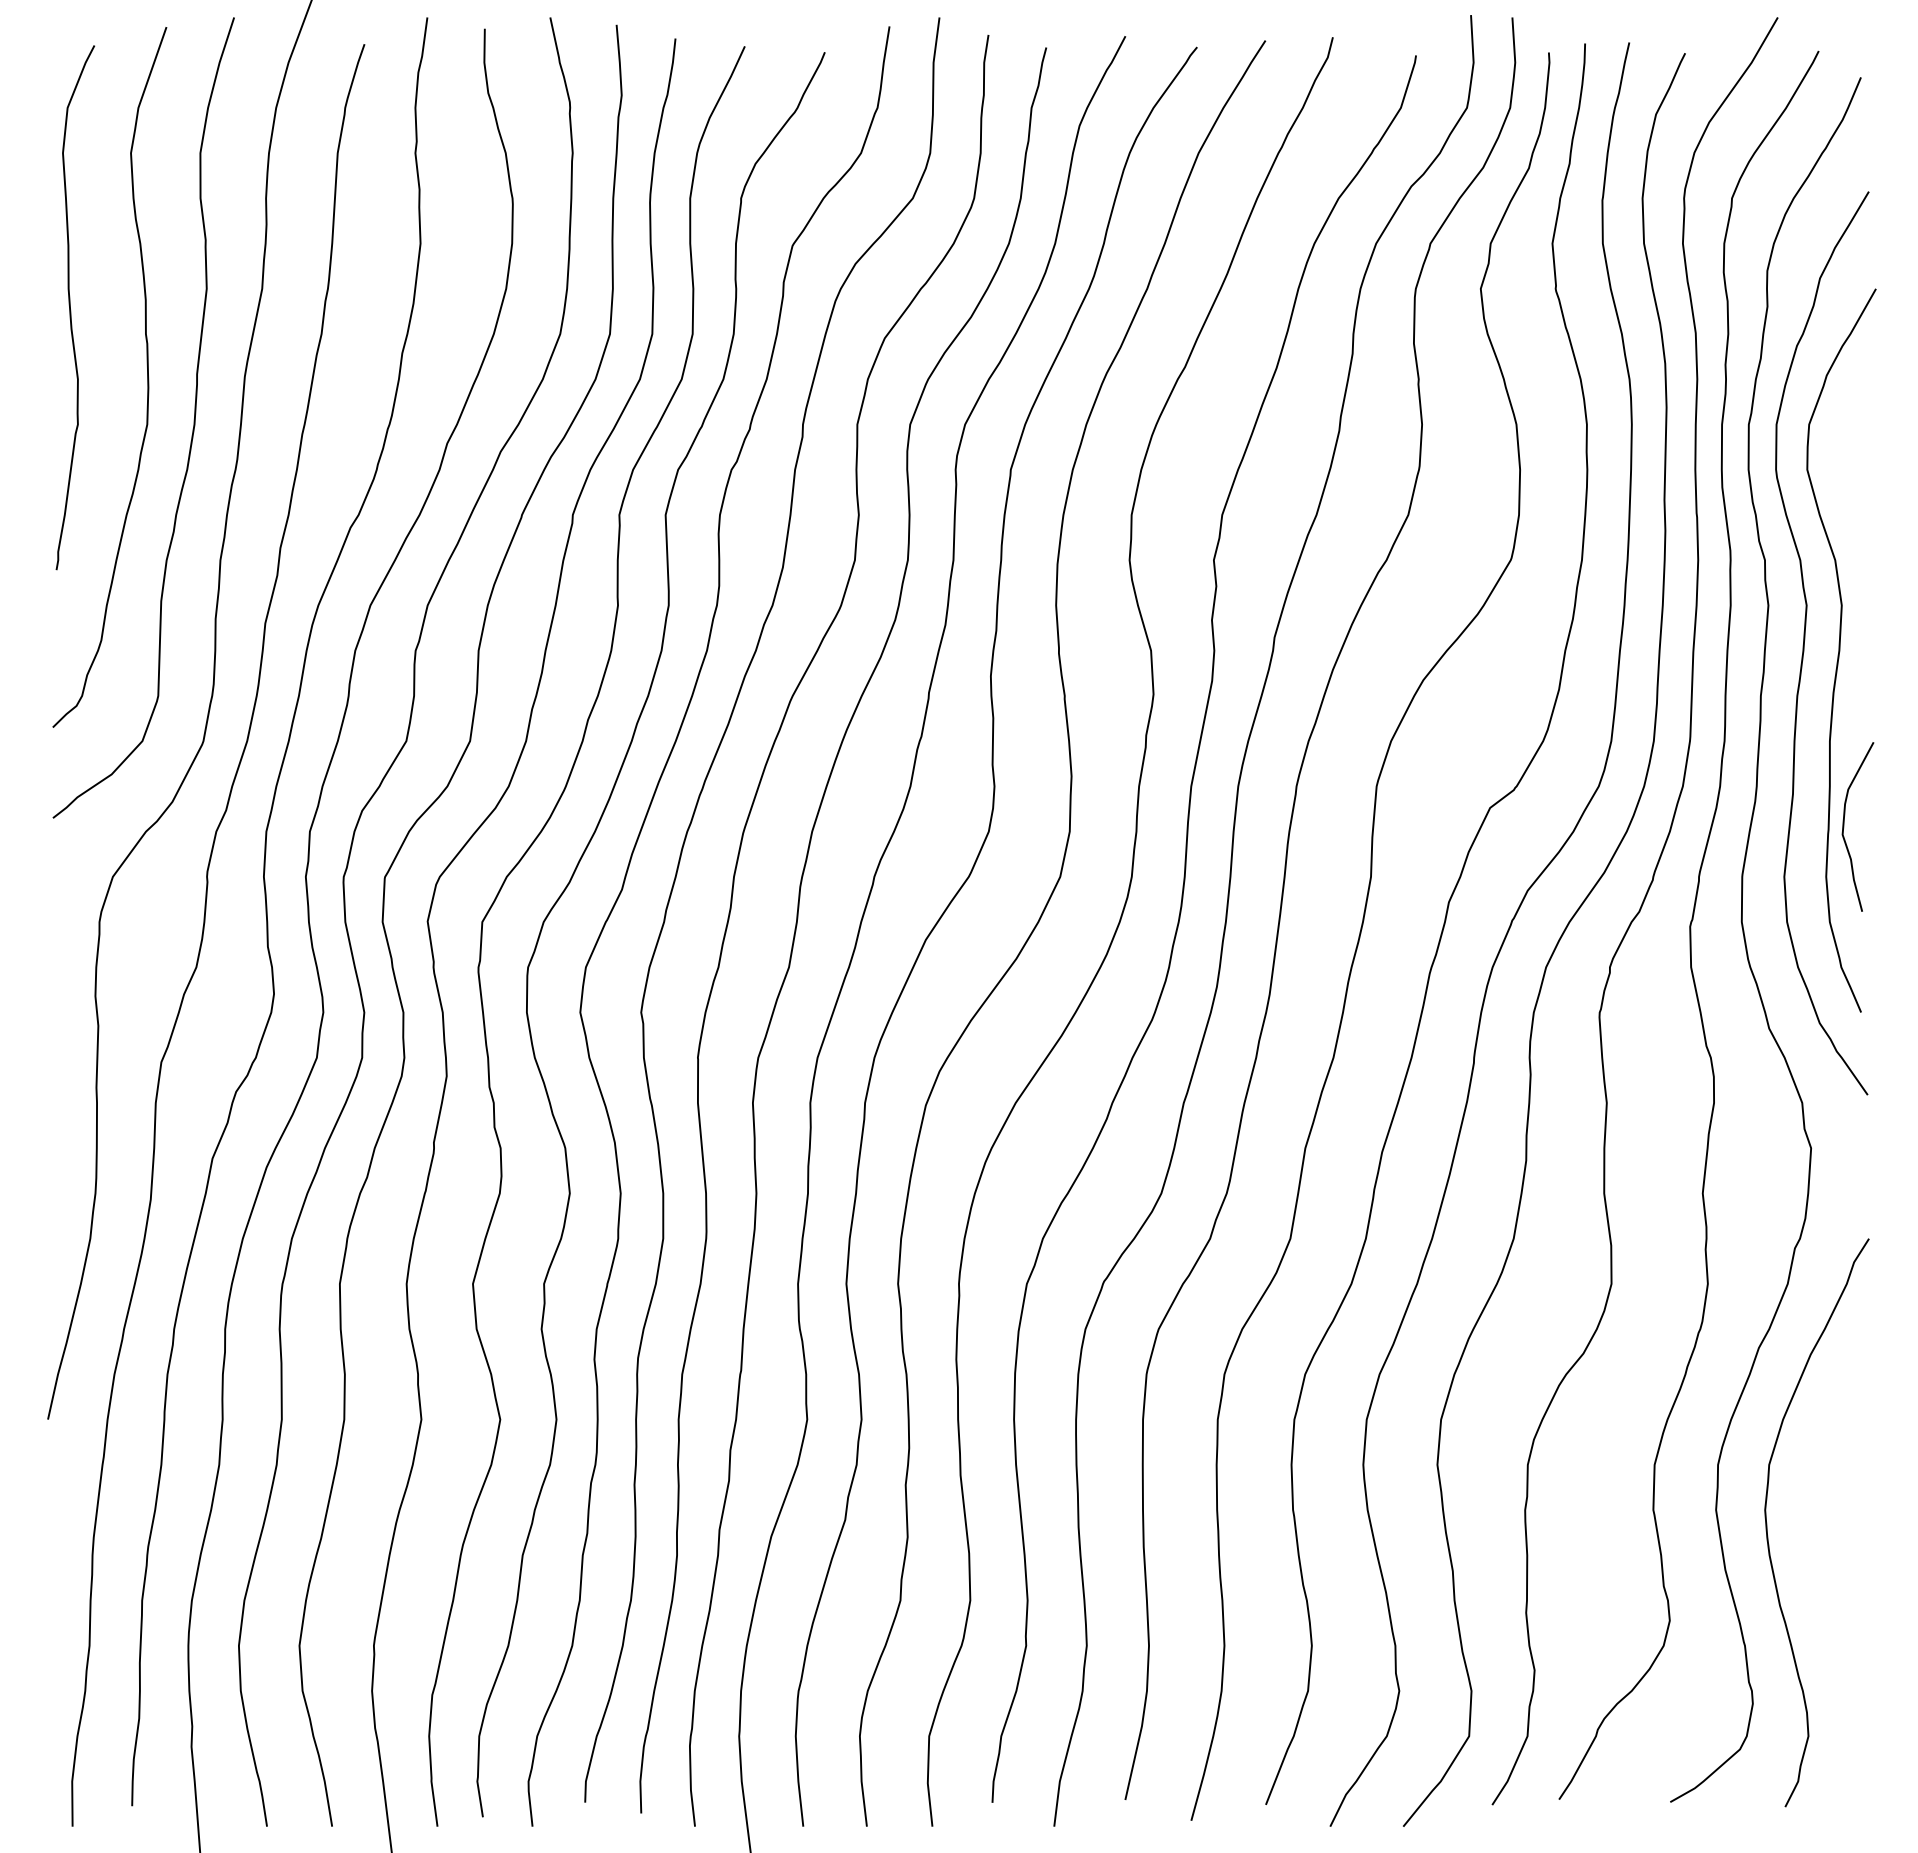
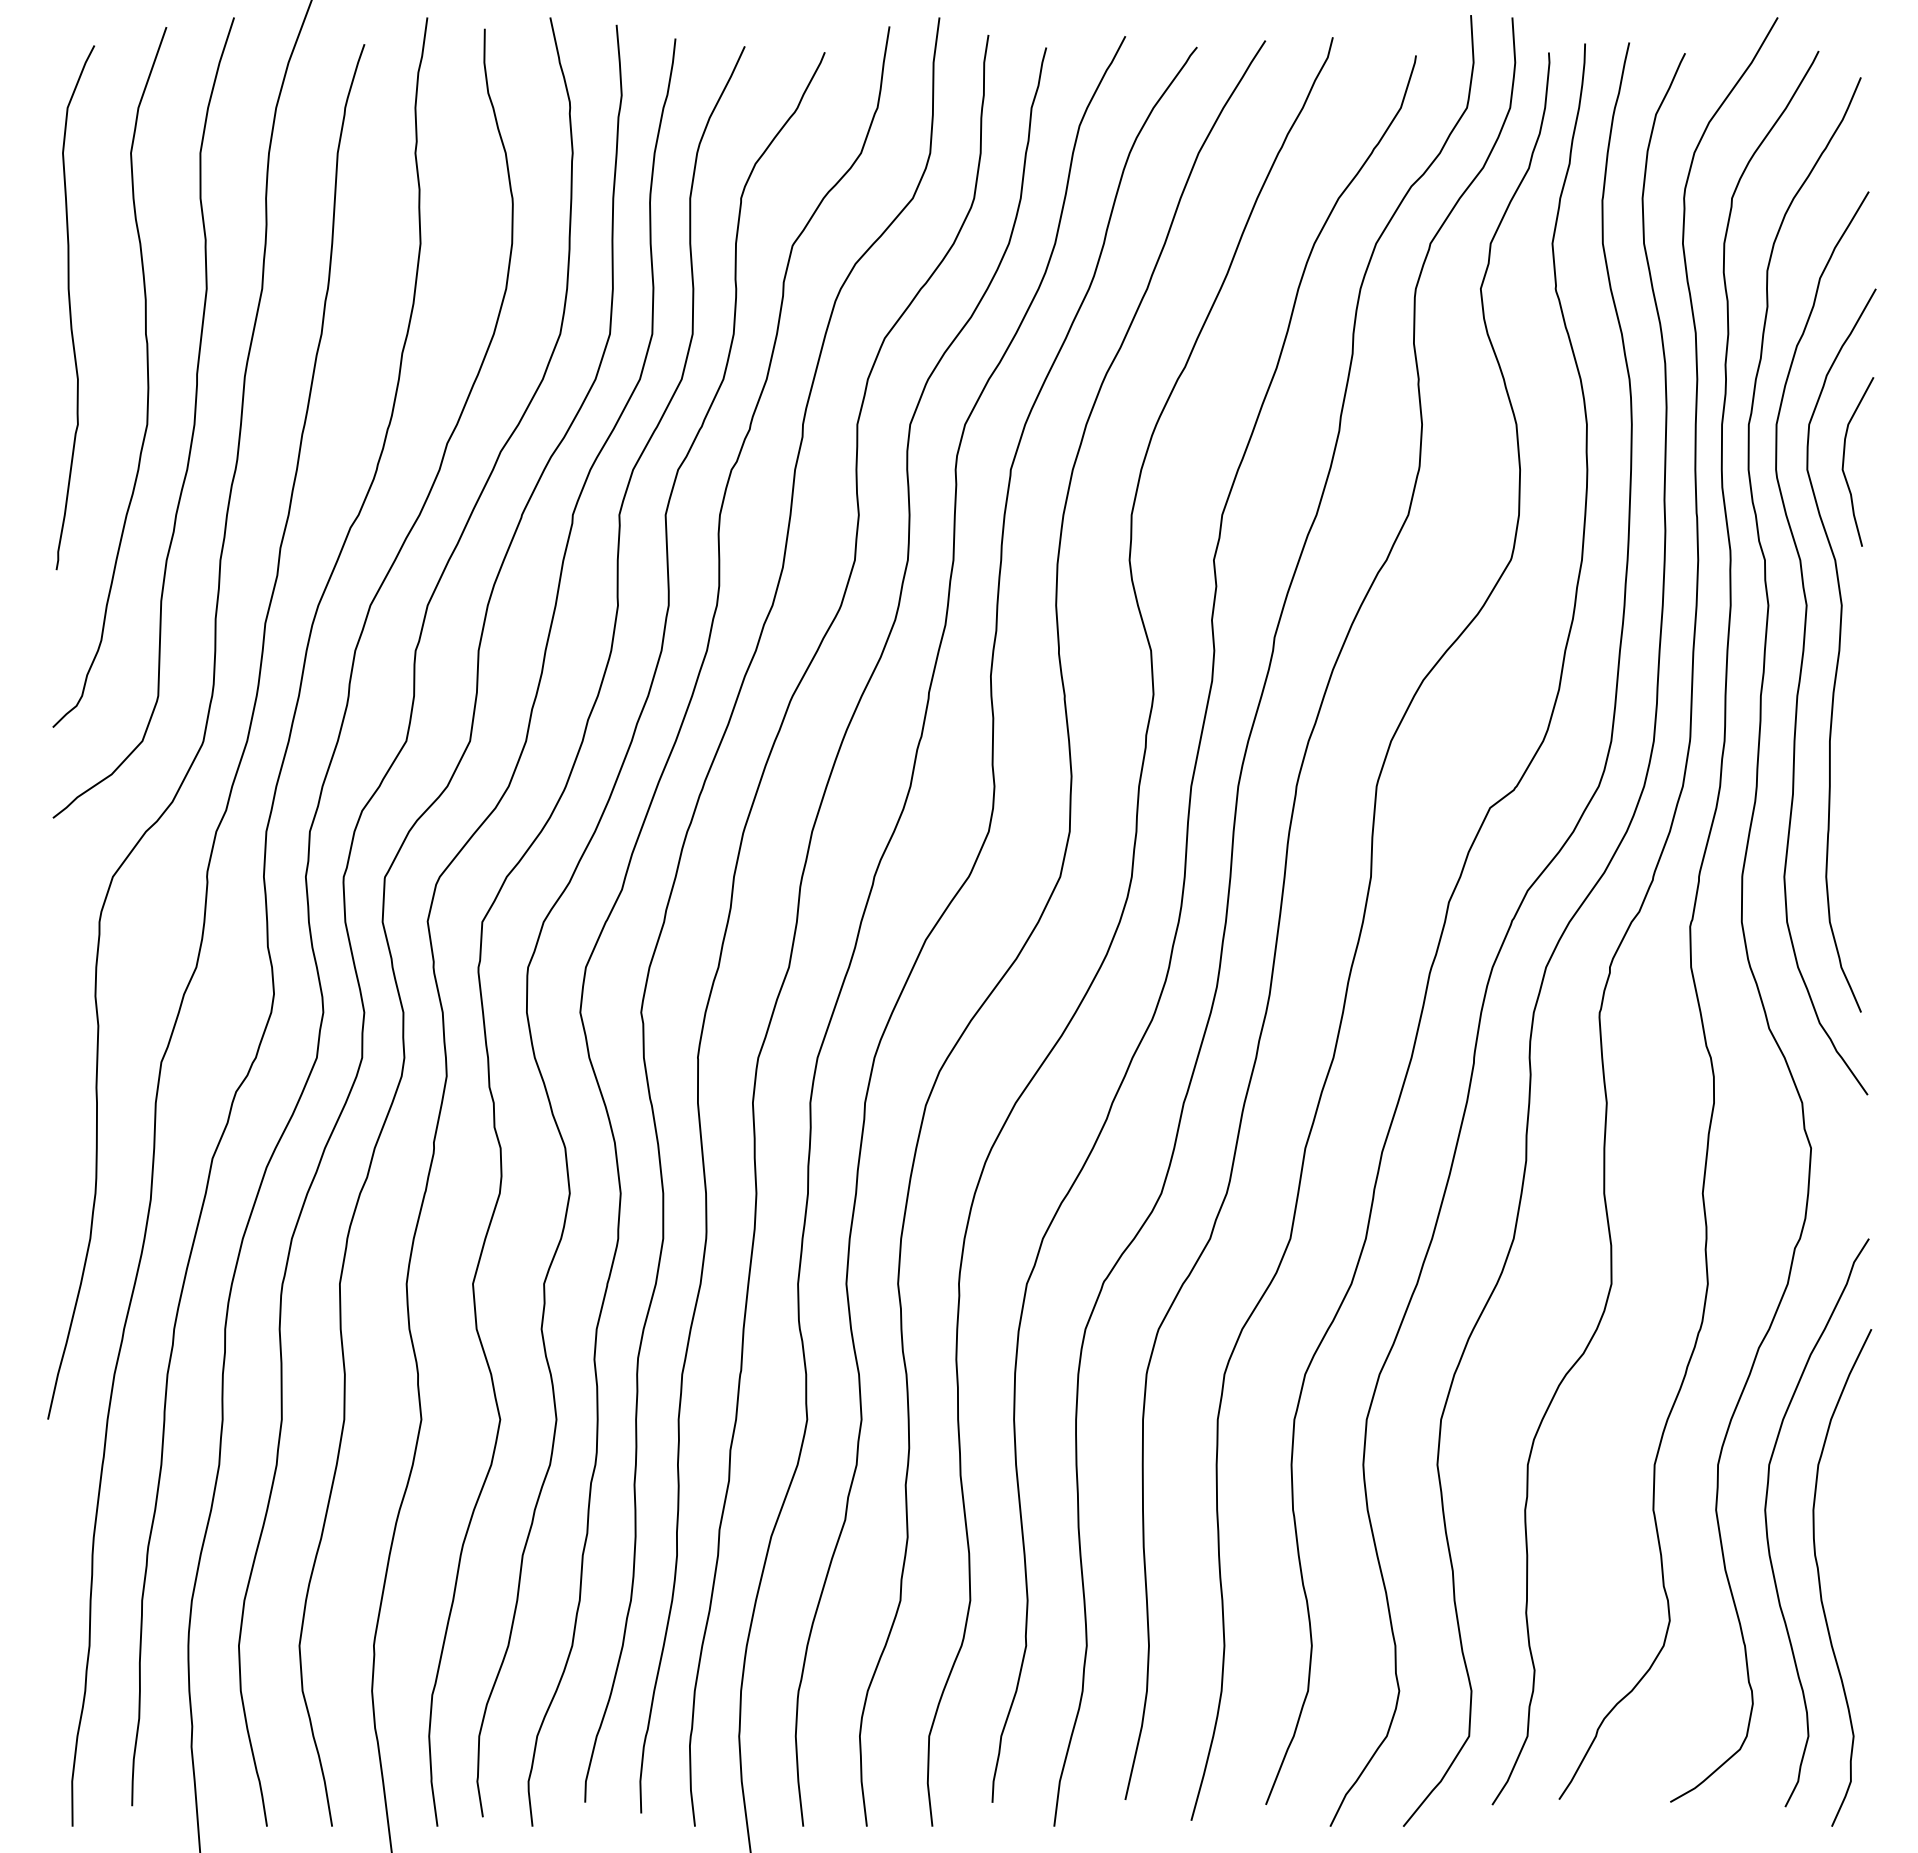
curve at (1844, 826) position: (1844, 826) -> (1844, 461)
curve at (1820, 1580): none -> present
